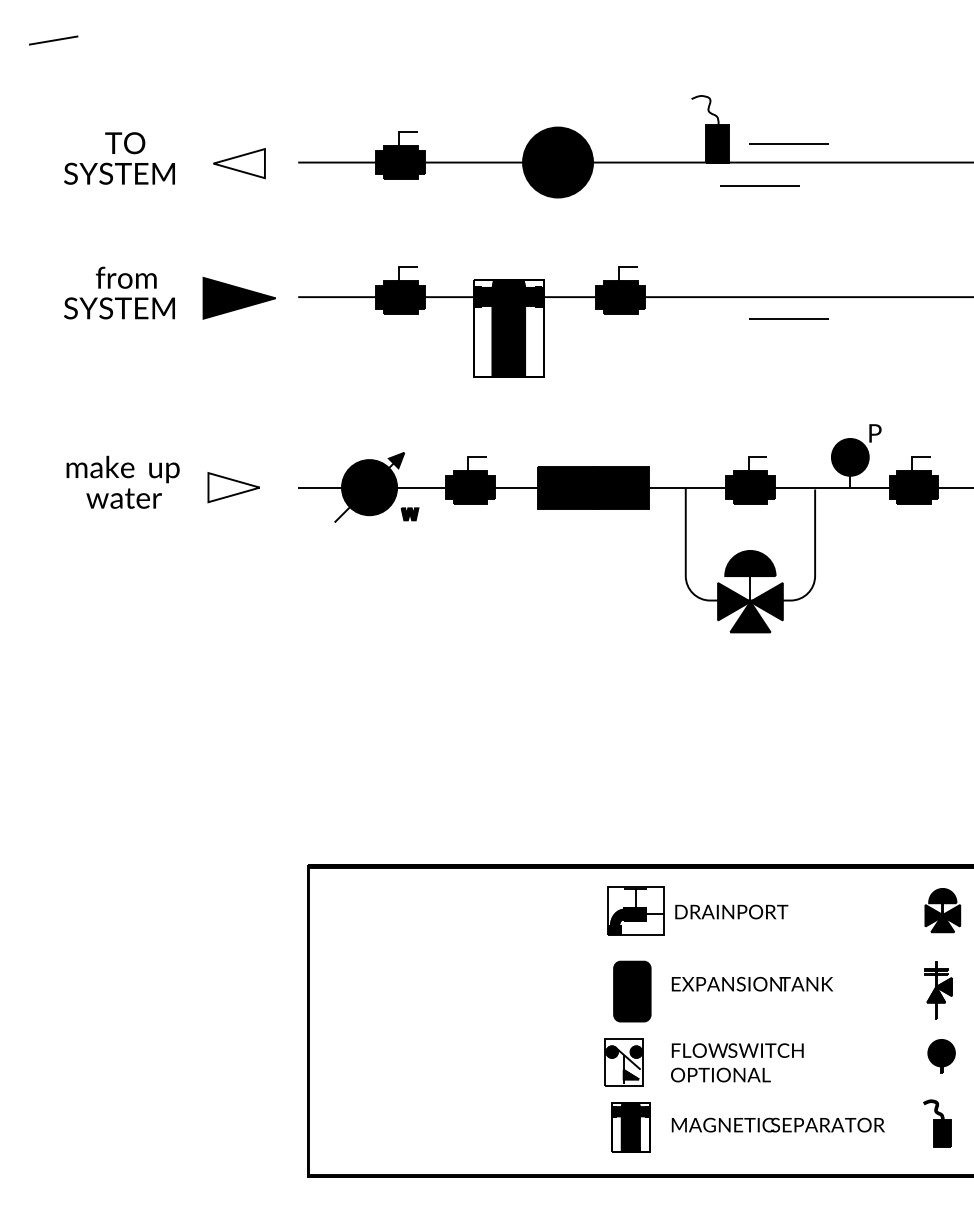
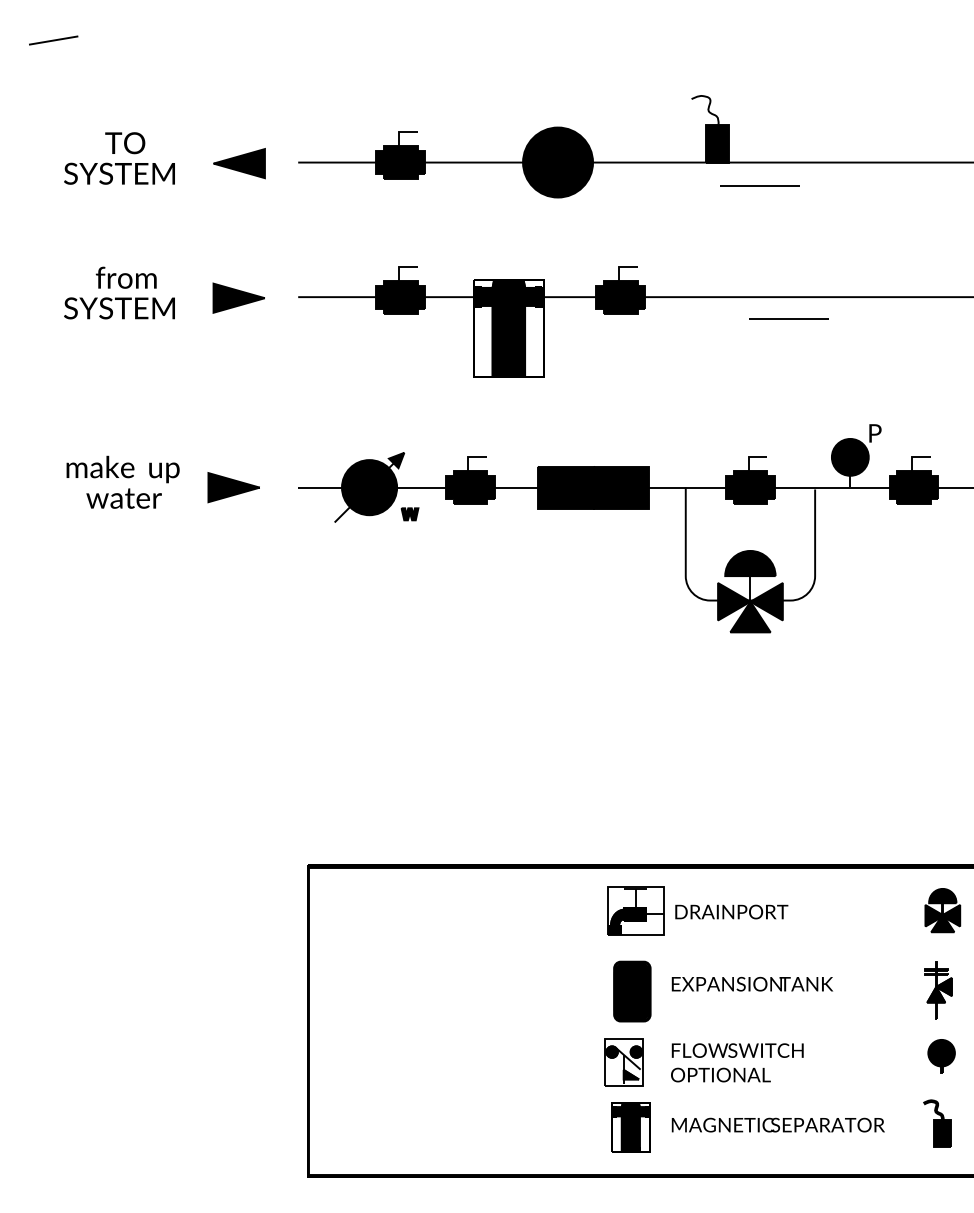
line at (788, 143): present -> none
fill at (238, 163): none -> present
part at (238, 298) size: 74x43 px -> 53x32 px
fill at (233, 487): none -> present
